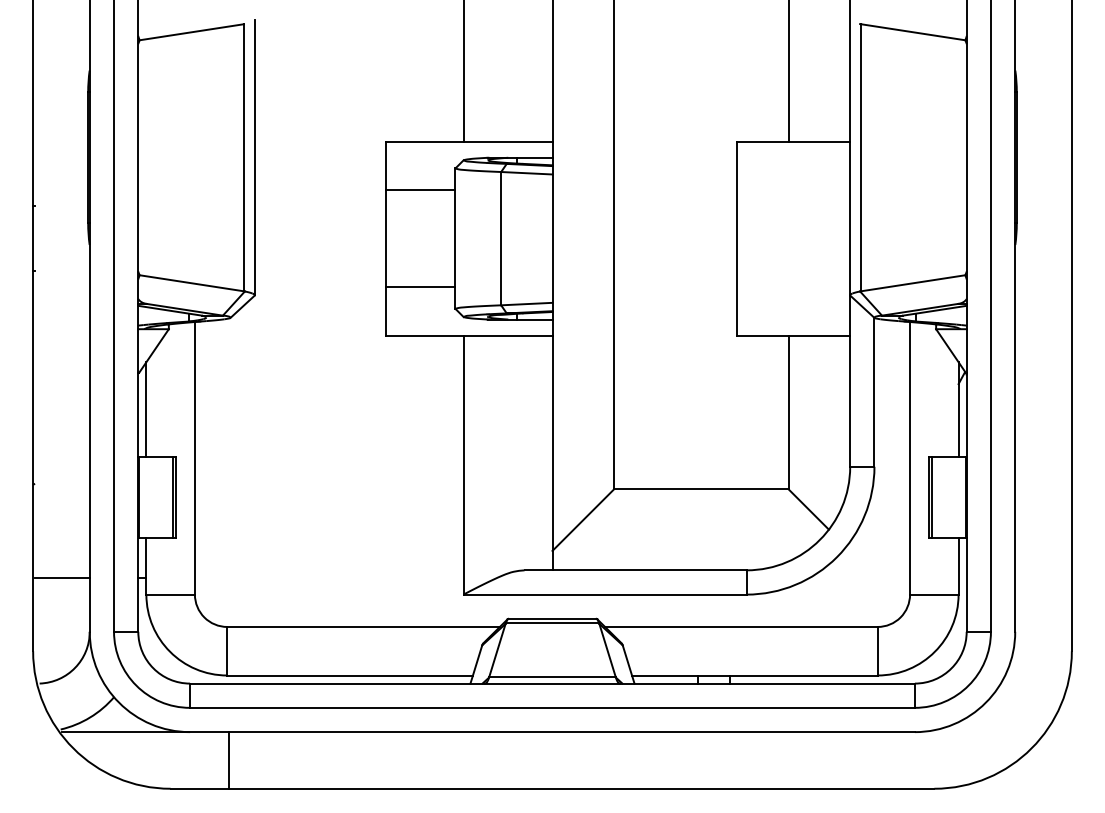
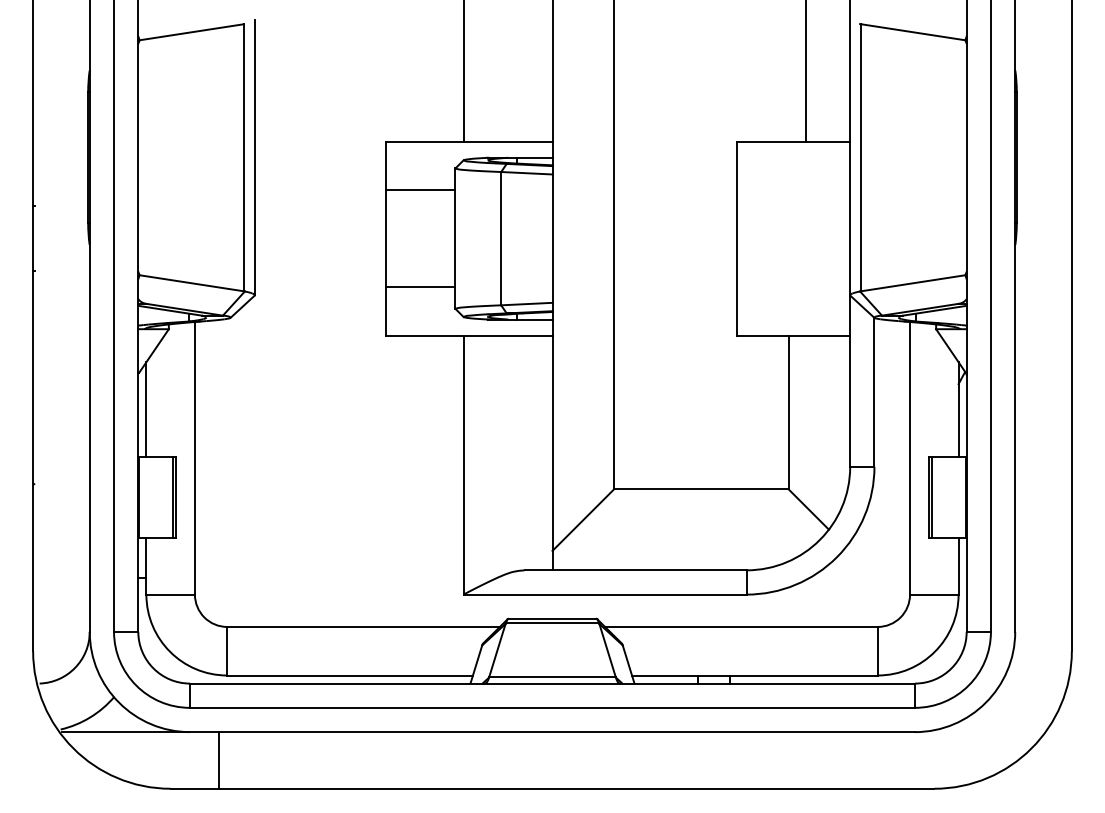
line at (788, 71) position: (788, 71) -> (805, 71)
line at (61, 578): present -> none
line at (228, 760) position: (228, 760) -> (218, 760)
